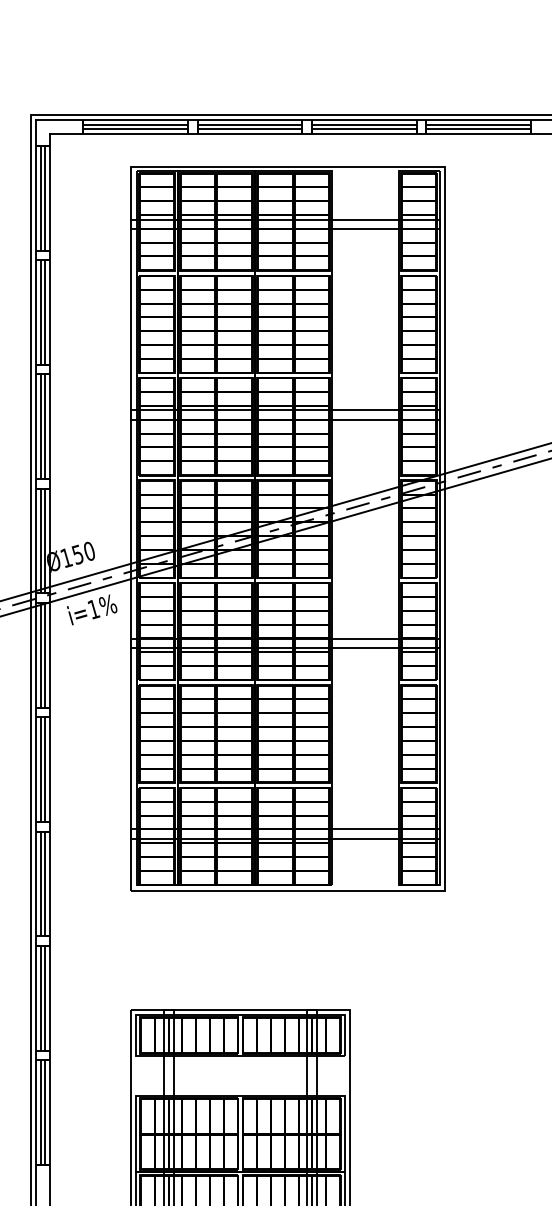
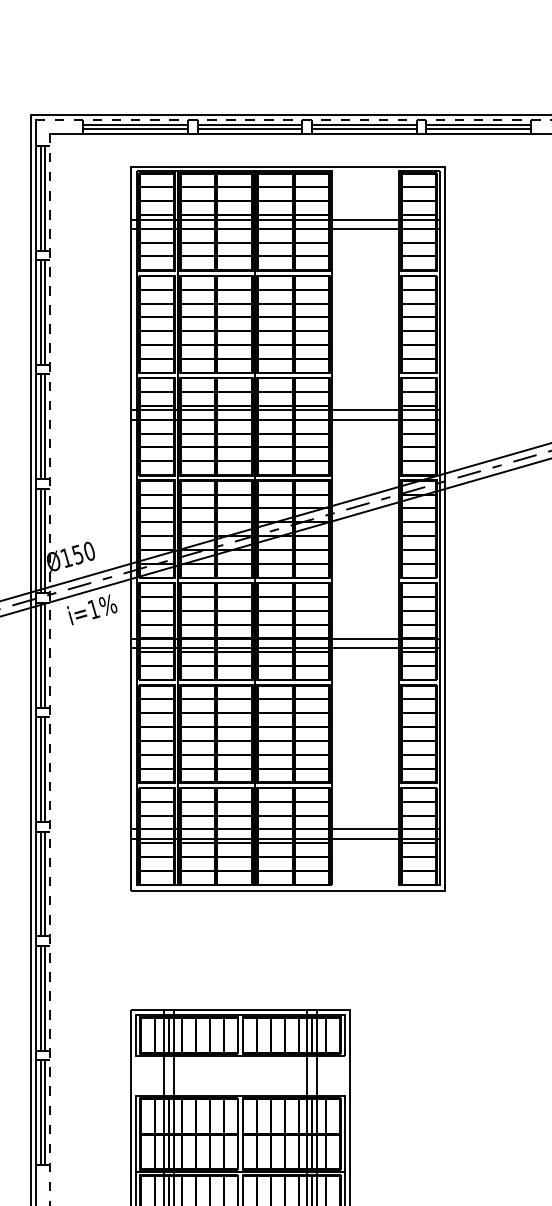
line at (293, 119): solid -> dashed
line at (49, 669): solid -> dashed
